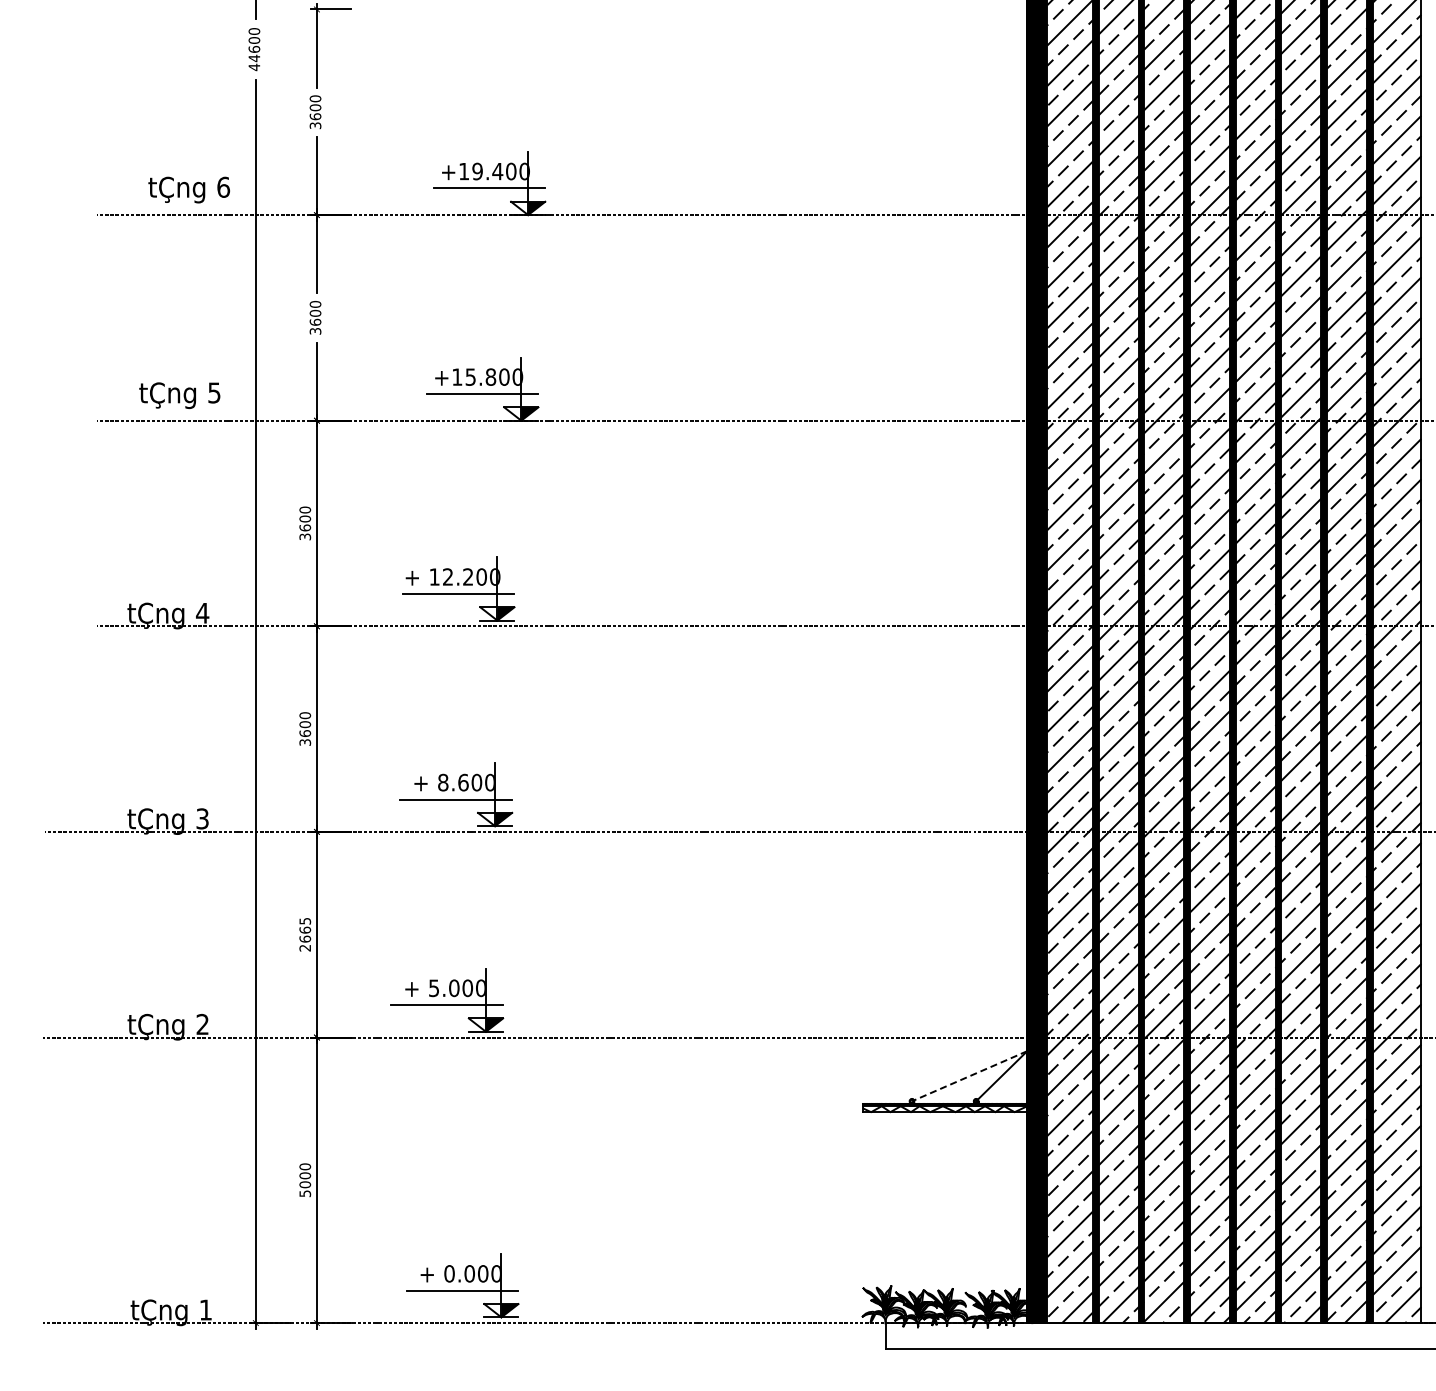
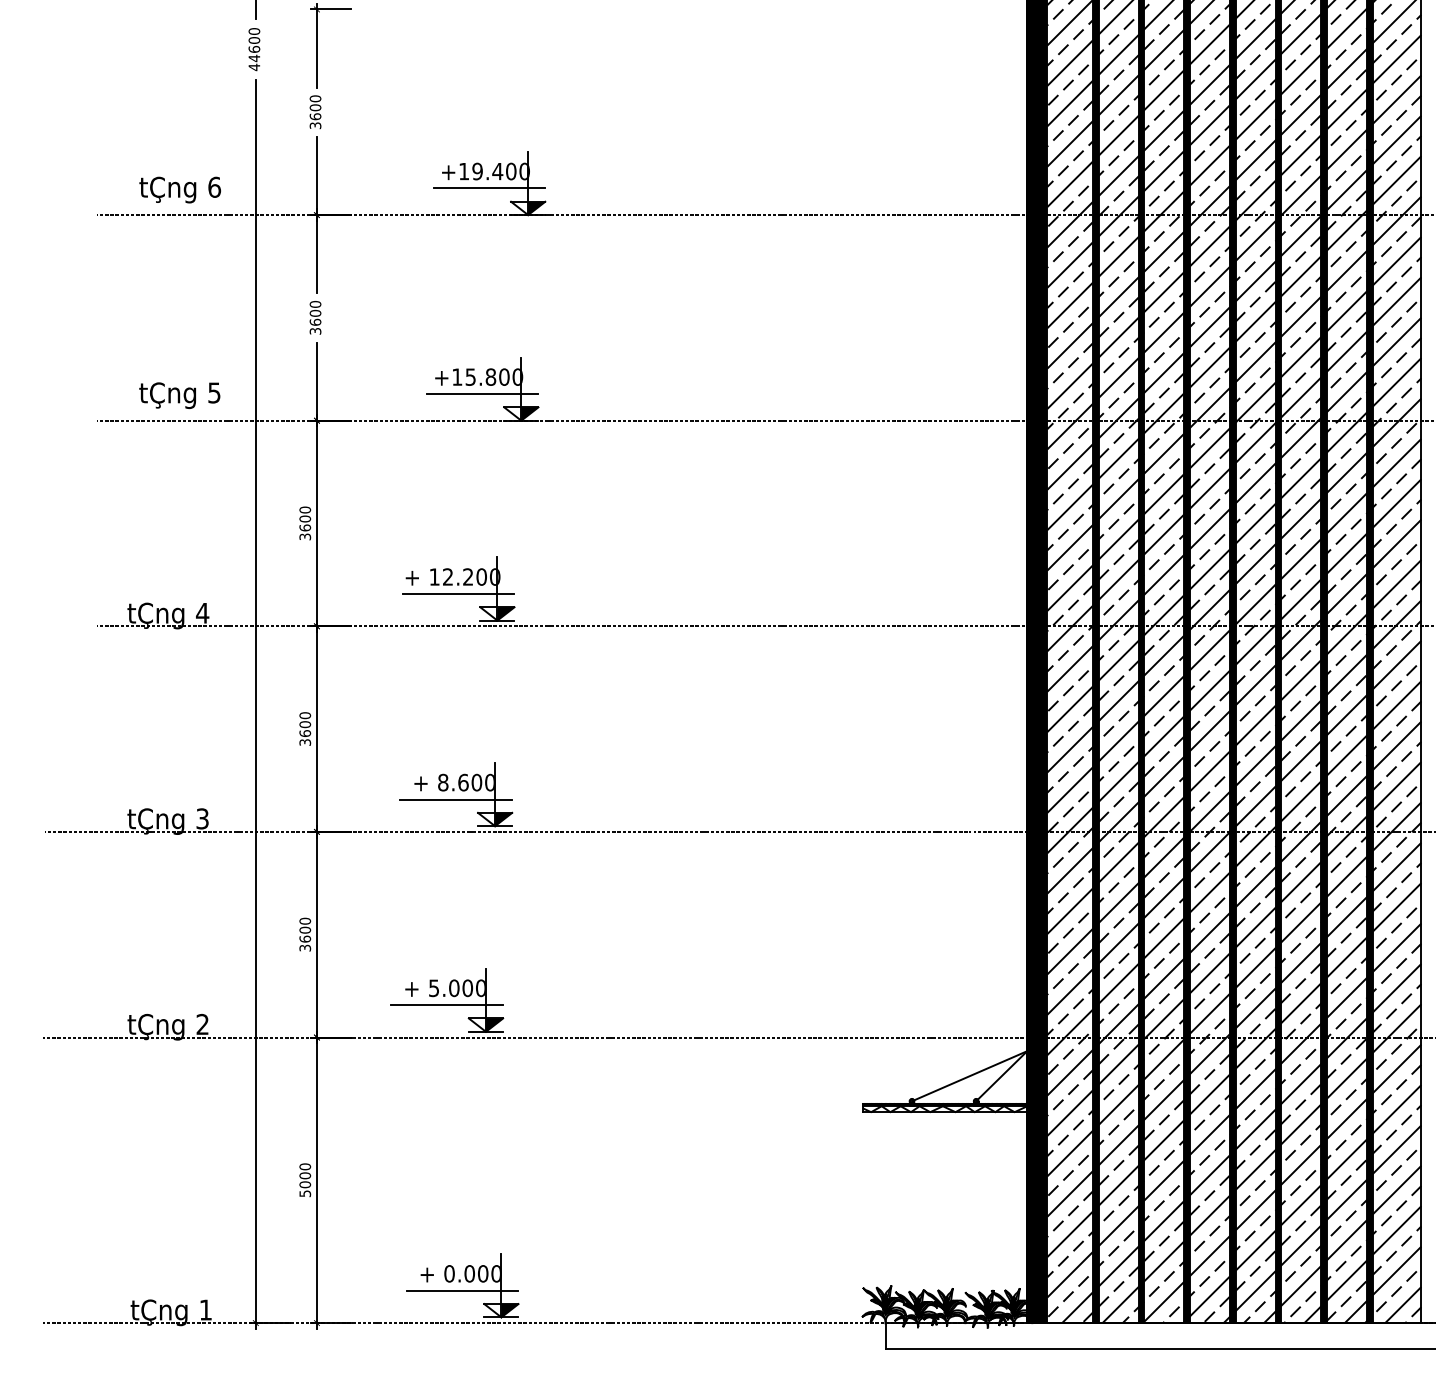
text at (188, 189) position: (188, 189) -> (179, 189)
text at (305, 934): 2665 -> 3600
line at (969, 1076): dashed -> solid
